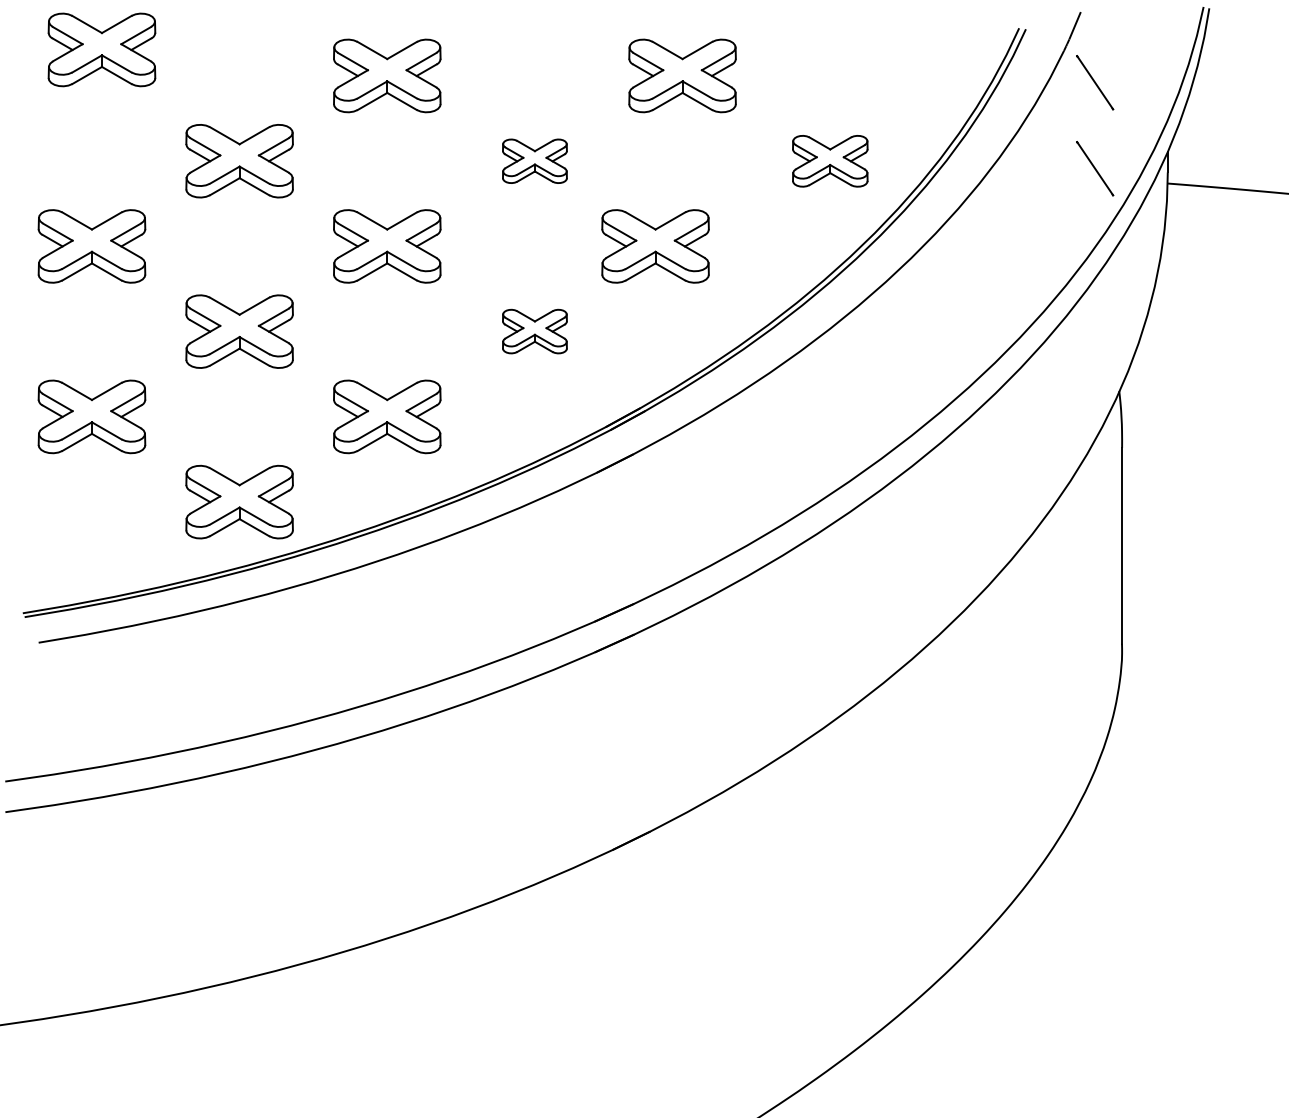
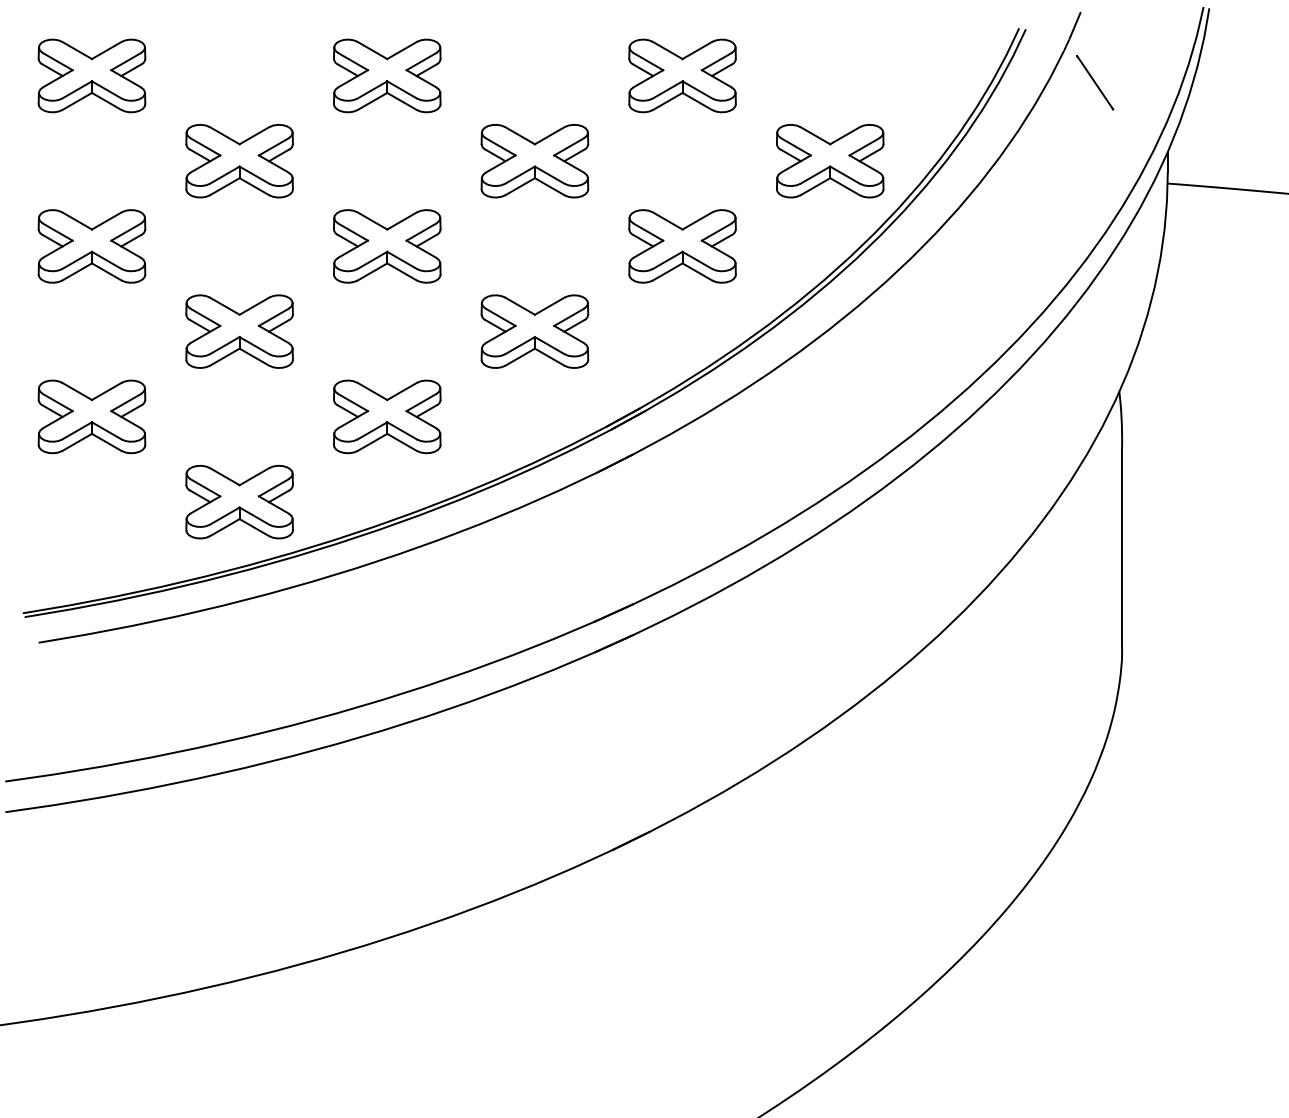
part at (101, 49) position: (101, 49) -> (91, 75)
part at (534, 160) size: 66x46 px -> 110x75 px
part at (830, 161) size: 77x53 px -> 109x75 px
line at (1095, 168): present -> none
part at (655, 246) position: (655, 246) -> (682, 246)
part at (534, 331) size: 66x47 px -> 110x75 px
